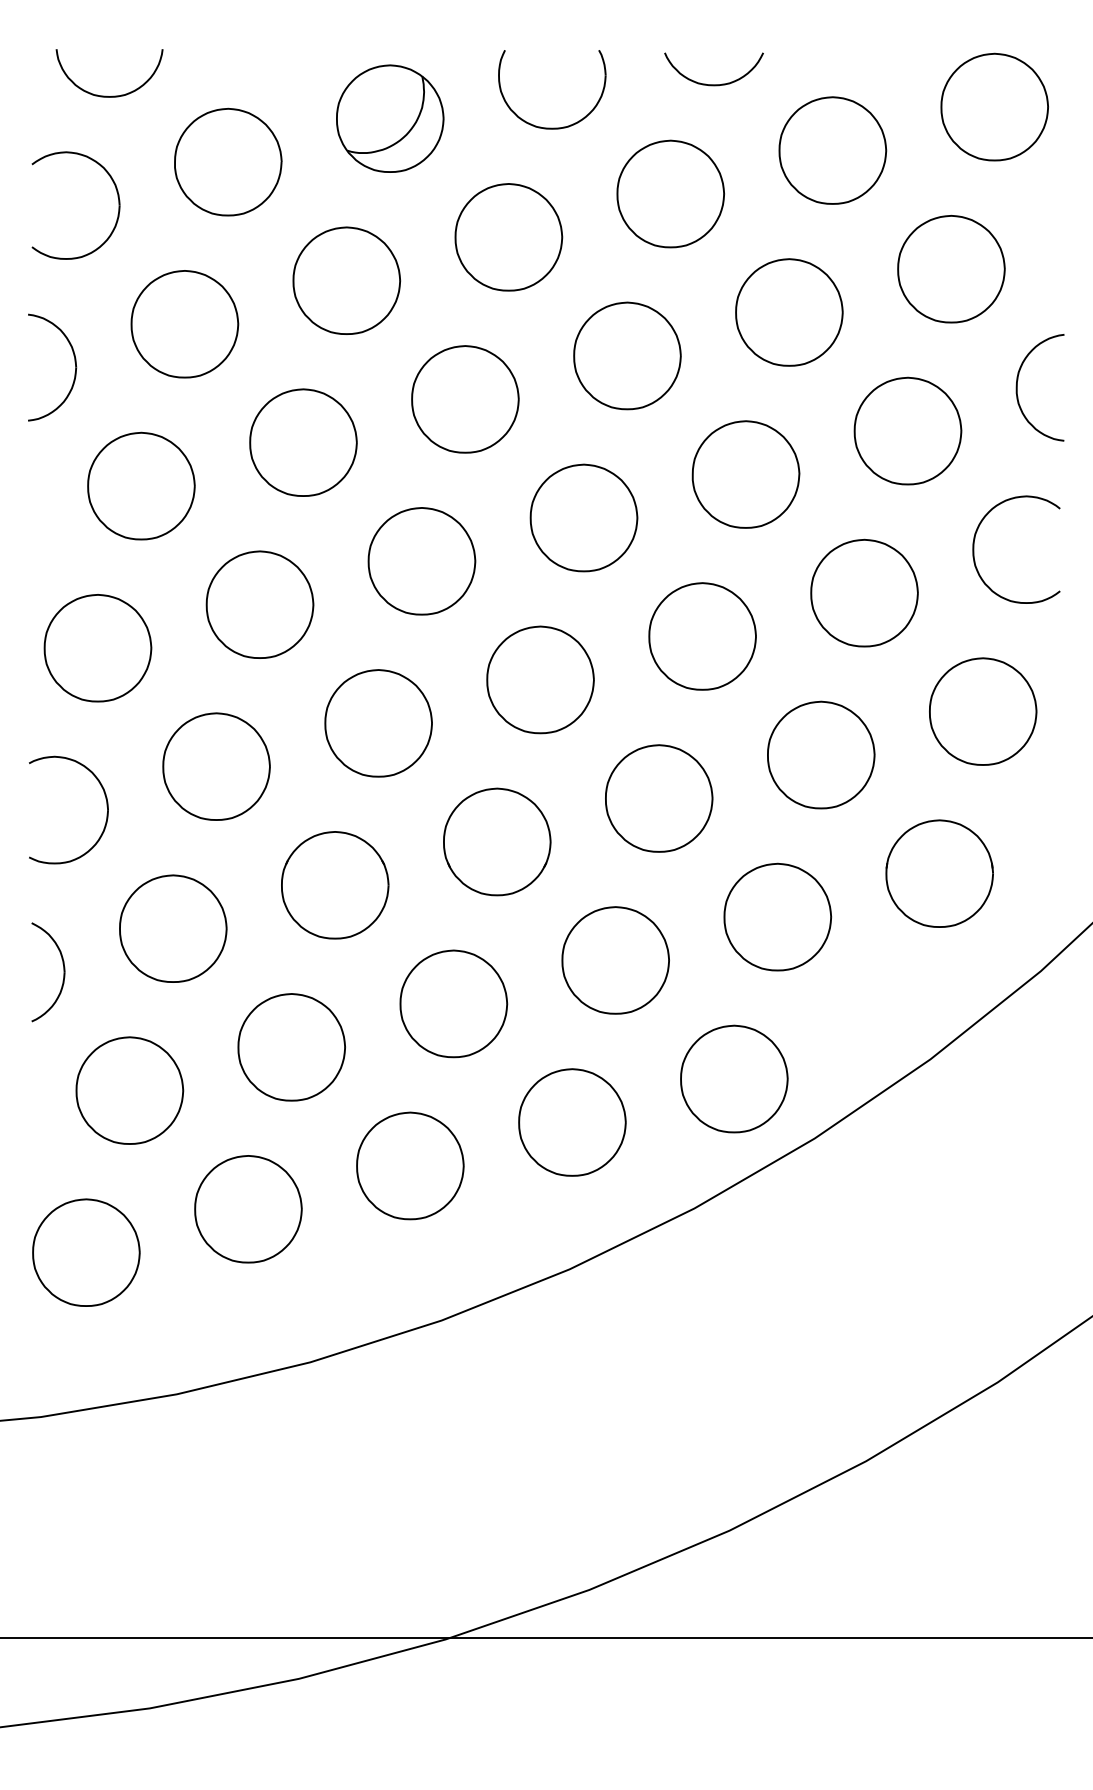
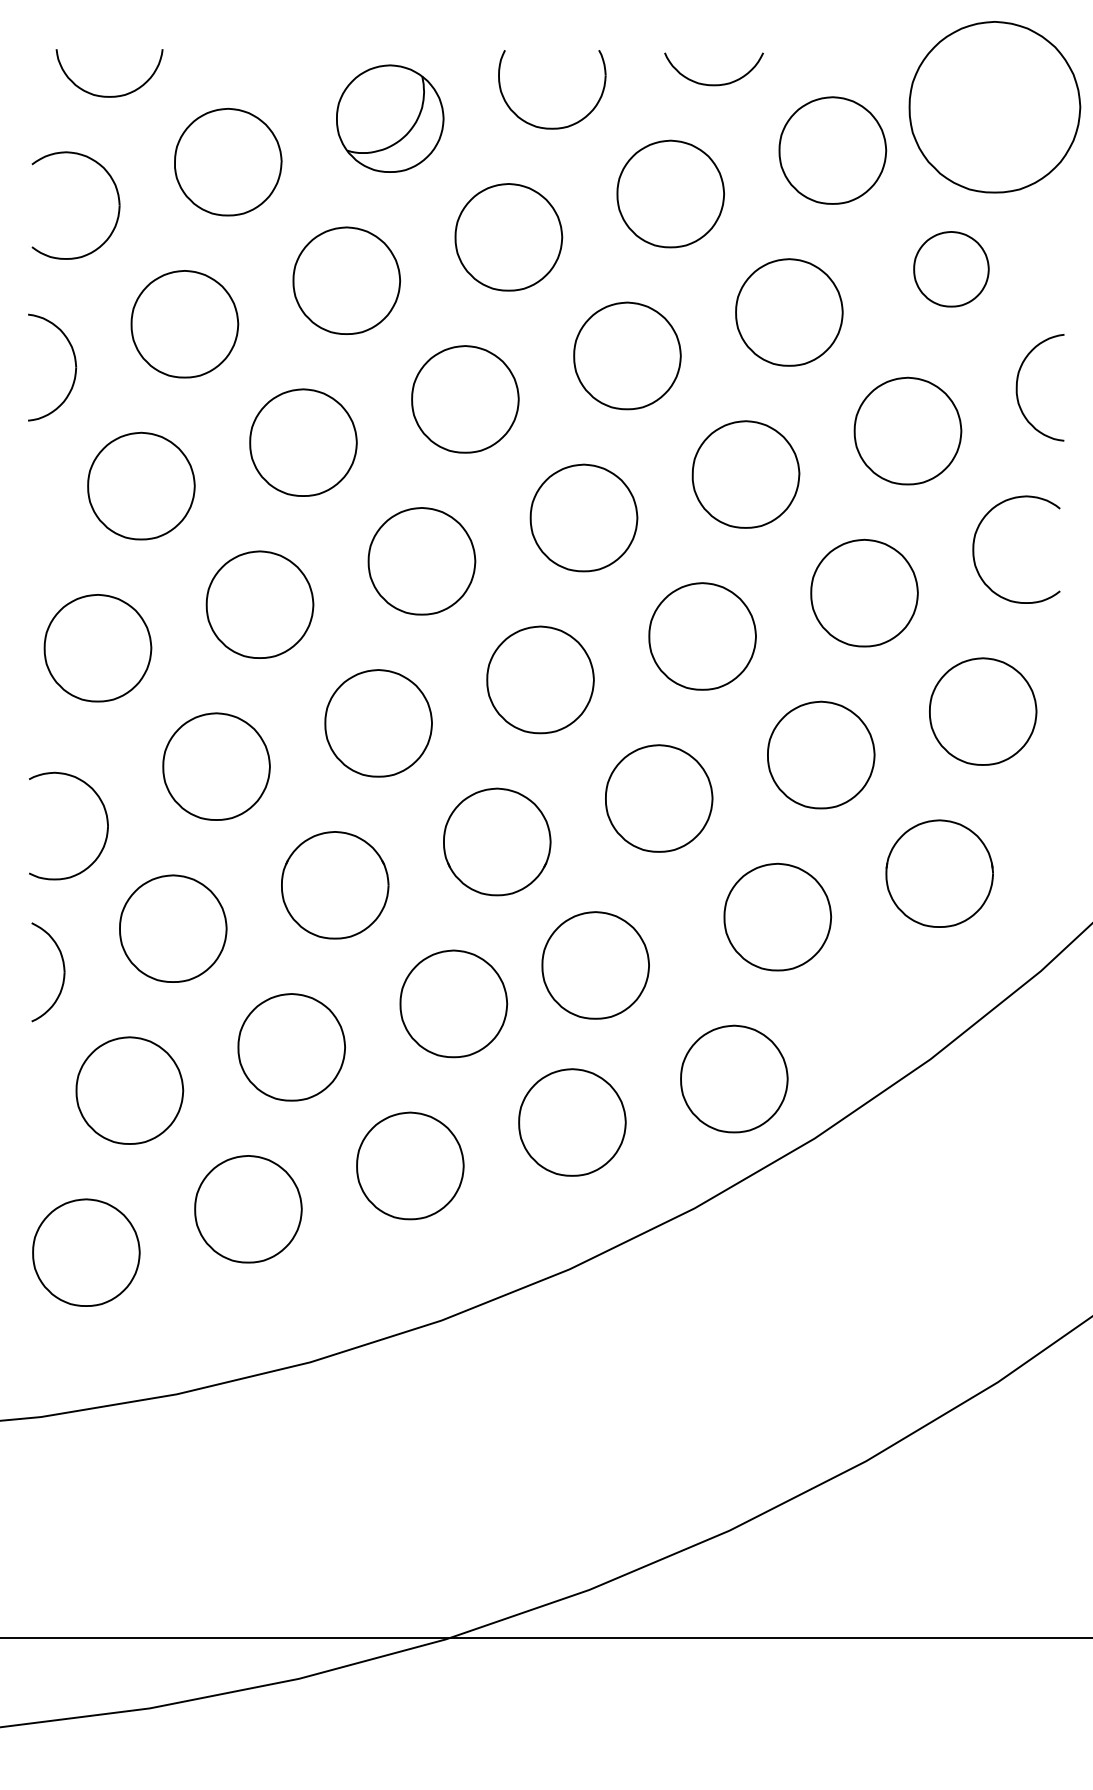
part at (994, 106) size: 109x110 px -> 174x173 px
part at (951, 269) size: 109x109 px -> 77x77 px
part at (106, 806) position: (106, 806) -> (106, 822)
part at (615, 960) position: (615, 960) -> (595, 965)
